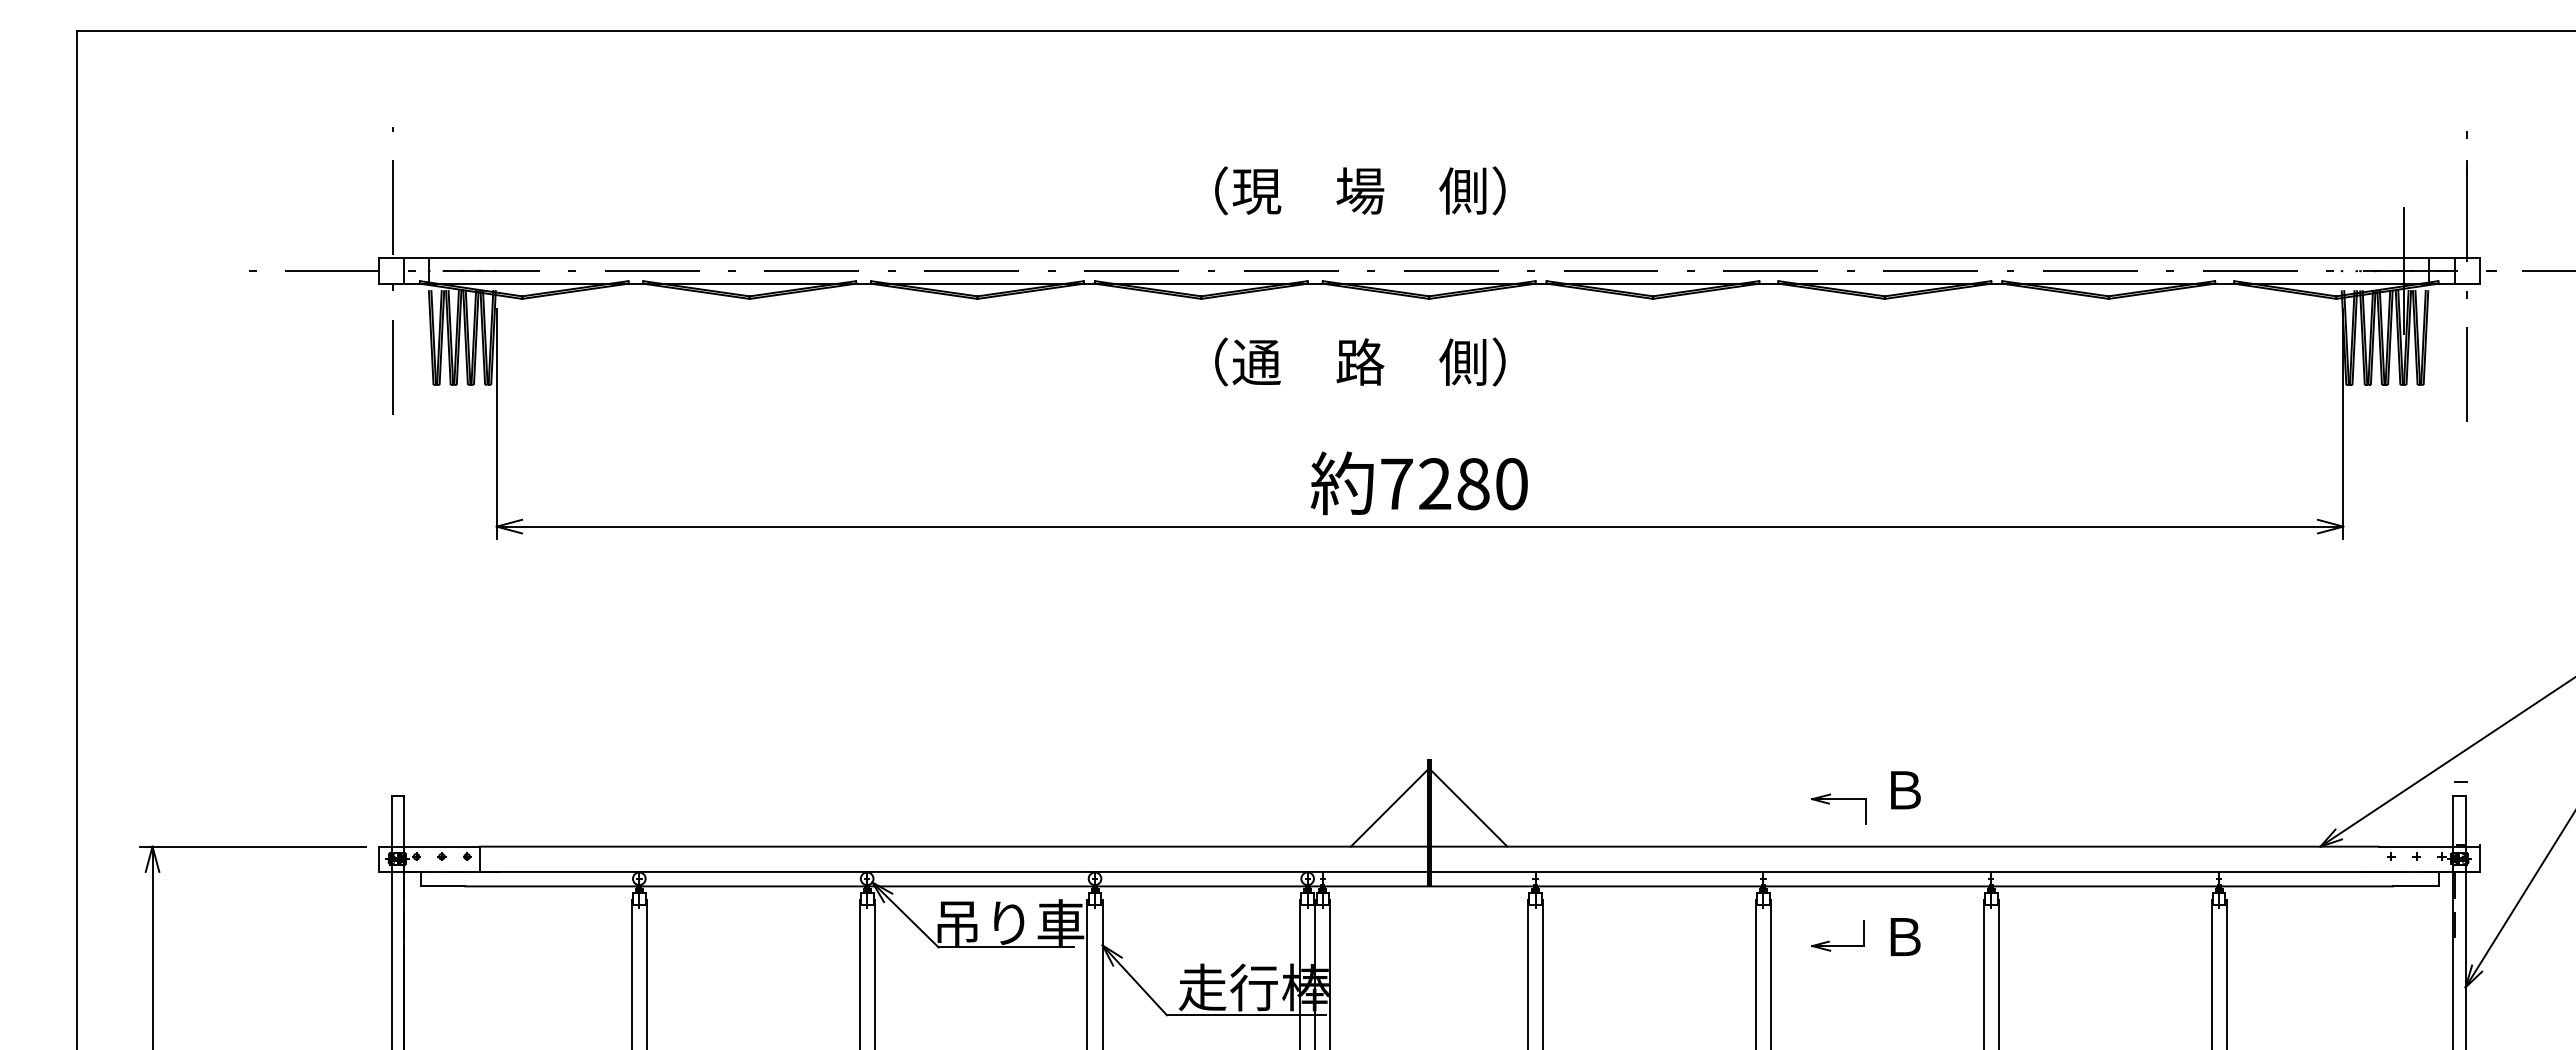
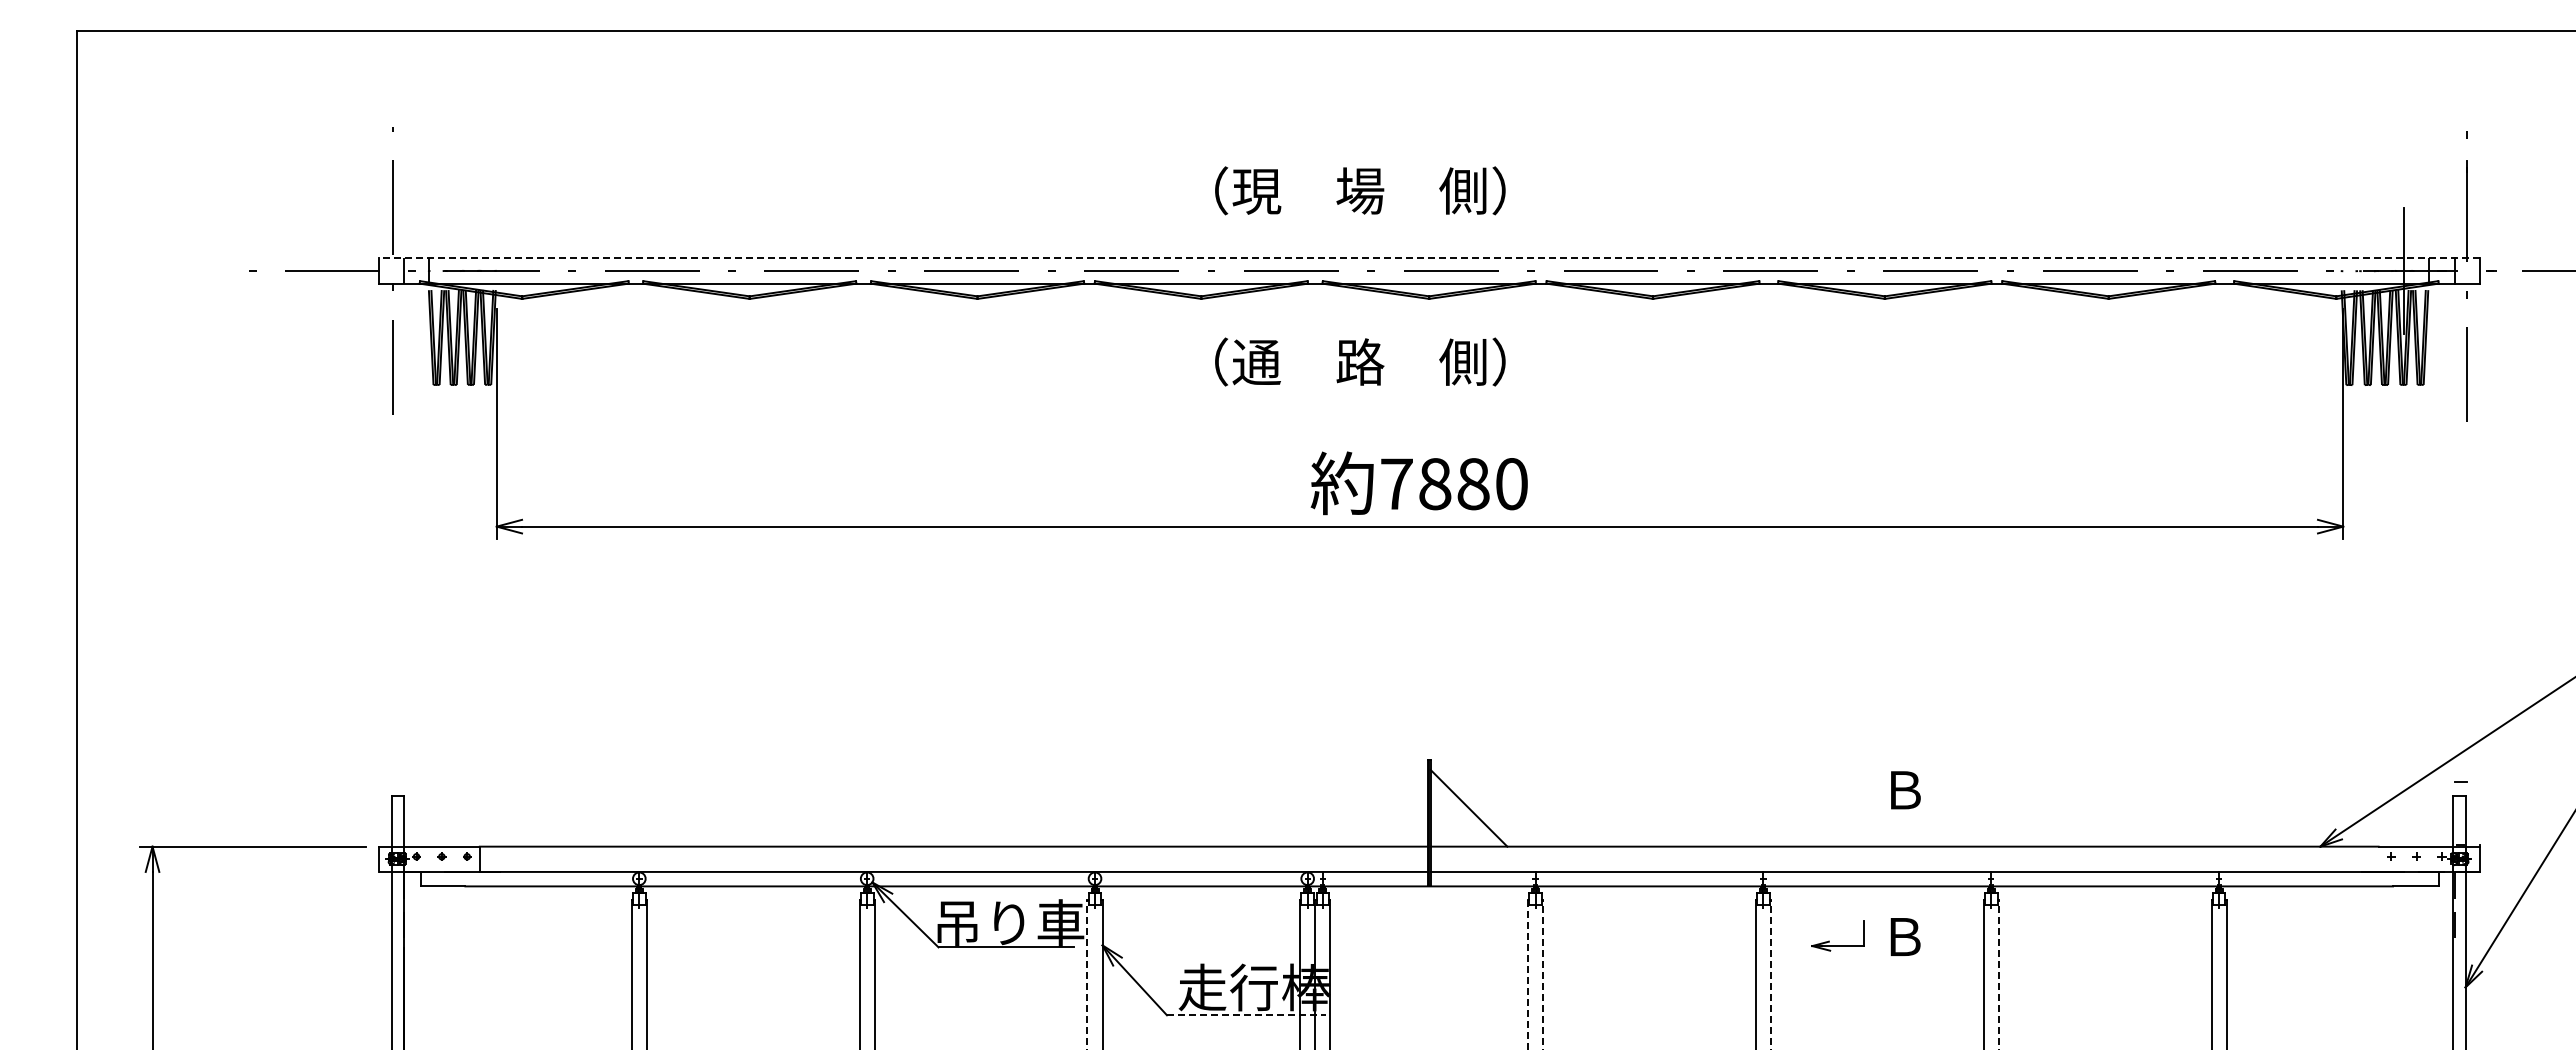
line at (1429, 258): solid -> dashed
text at (1435, 484): 7280 -> 7880
part at (1838, 799): present -> none
line at (1388, 807): present -> none
line at (1087, 974): solid -> dashed
line at (1543, 974): solid -> dashed
line at (1770, 974): solid -> dashed
line at (1998, 974): solid -> dashed
line at (1527, 975): solid -> dashed
line at (1246, 1015): solid -> dashed
